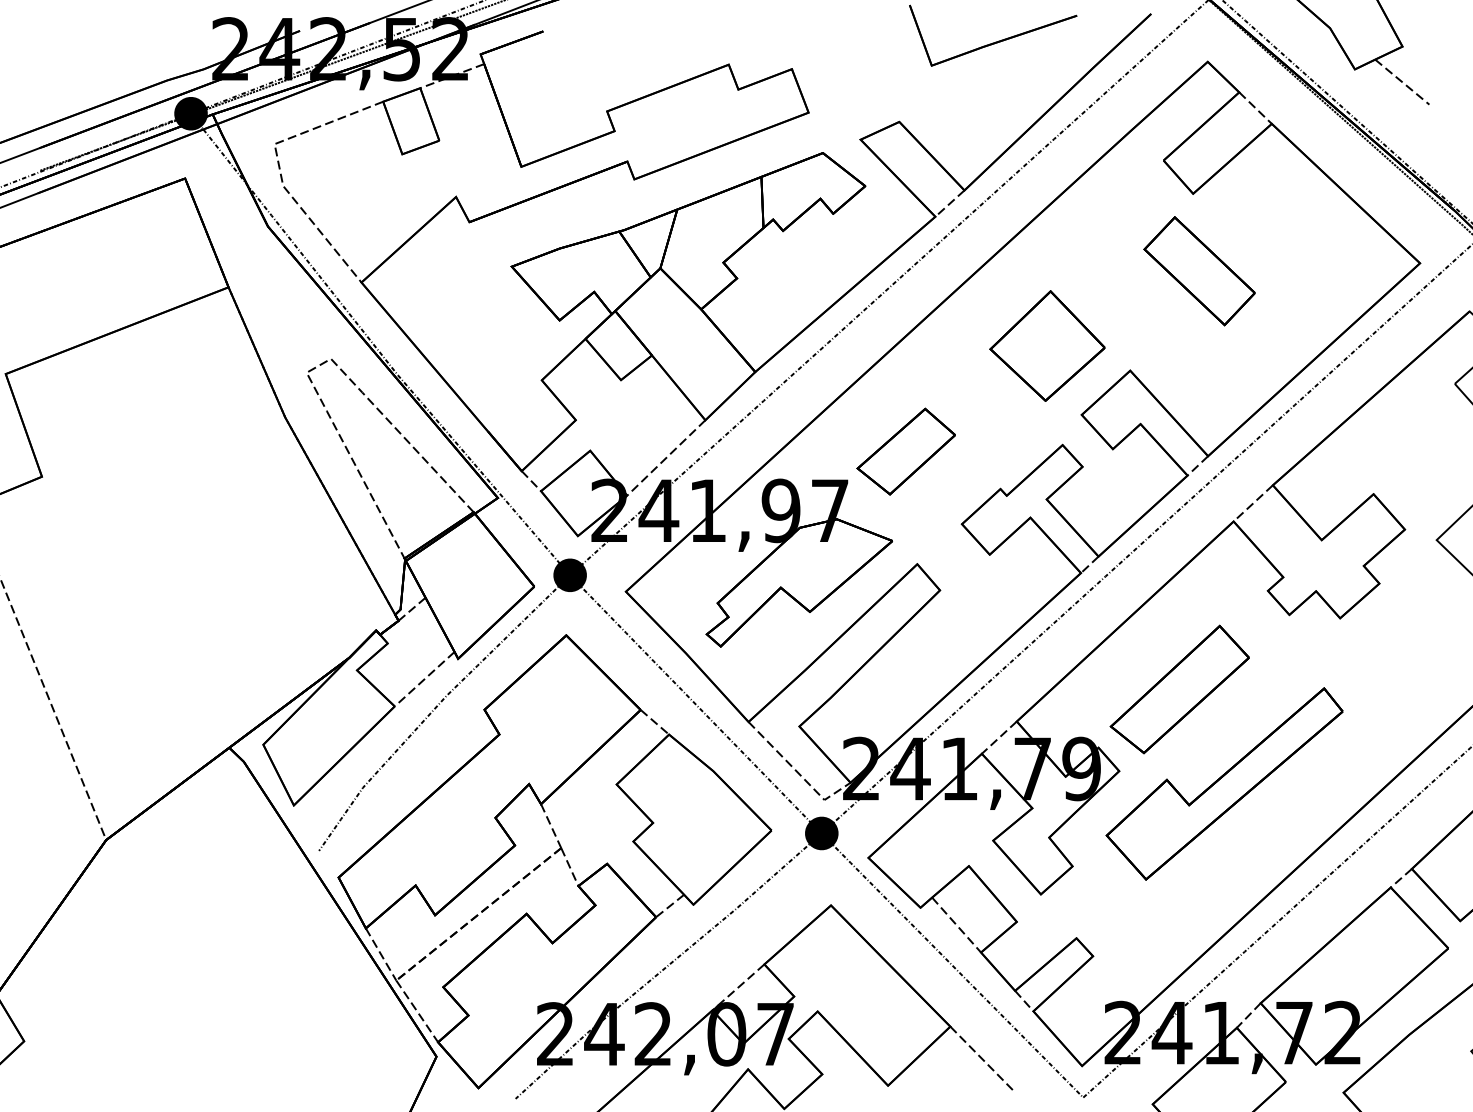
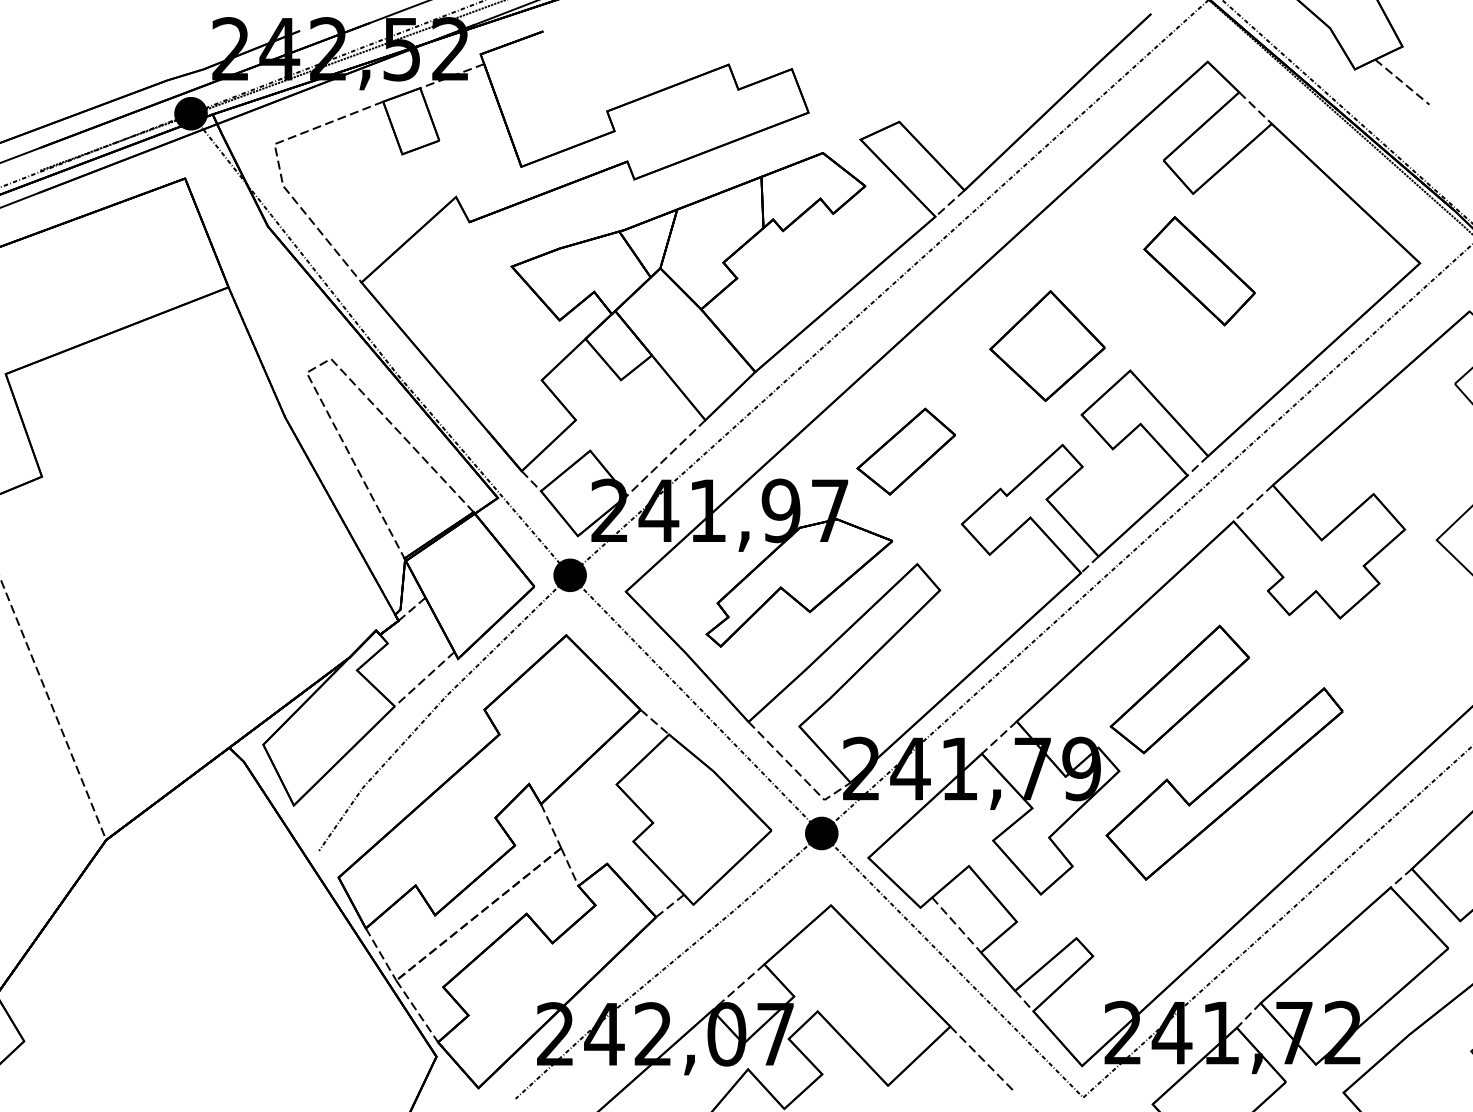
part at (995, 41): present -> none
